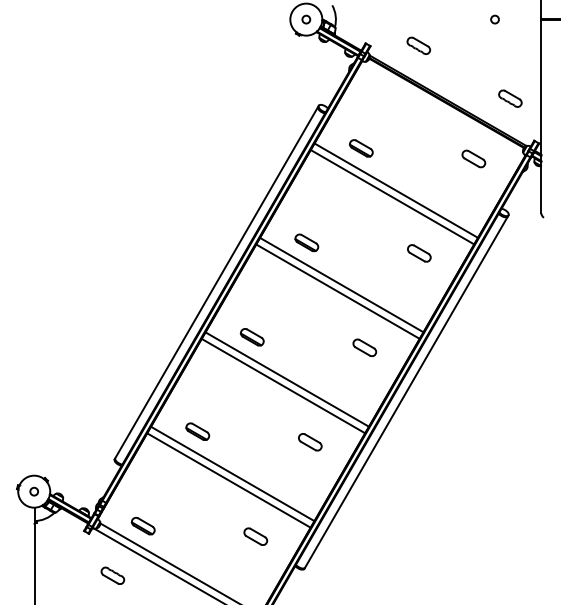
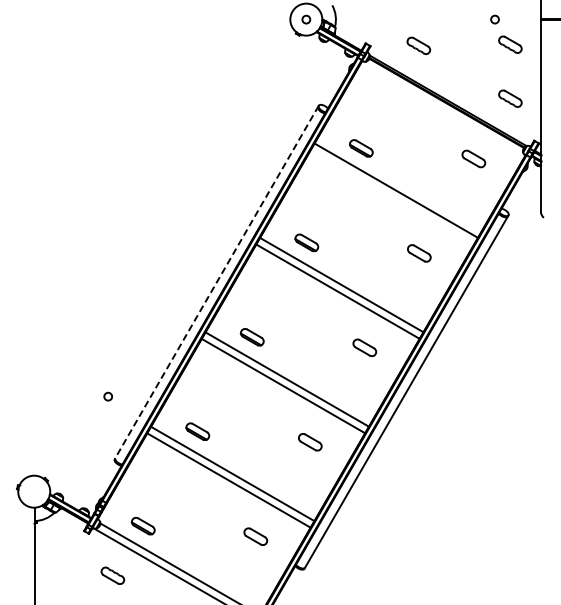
part at (510, 44): none -> present
line at (392, 197): present -> none
line at (216, 282): solid -> dashed
circle at (33, 491) position: (33, 491) -> (107, 396)
